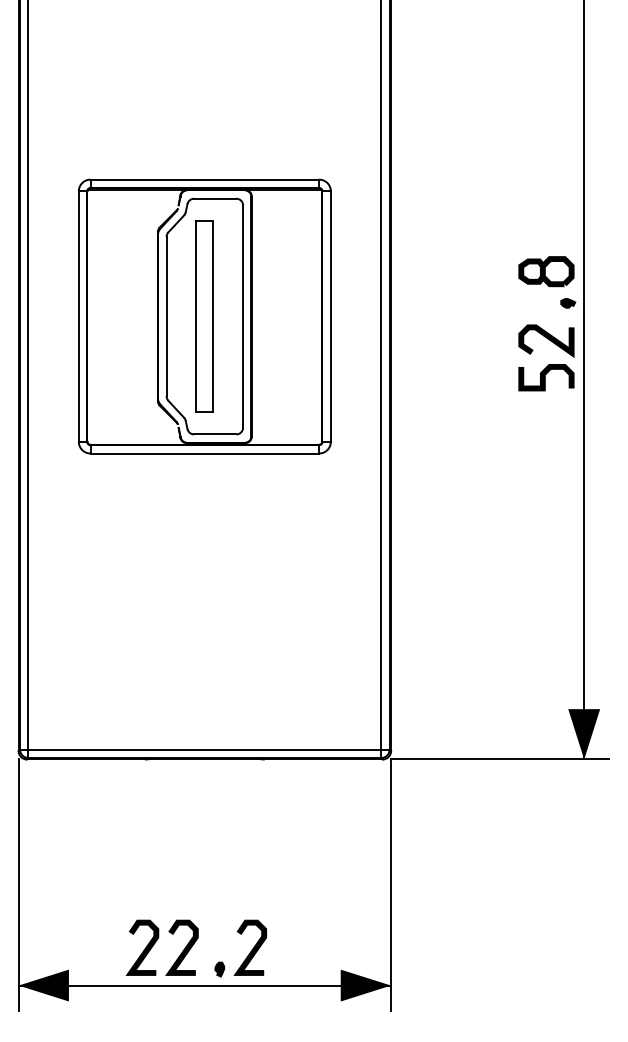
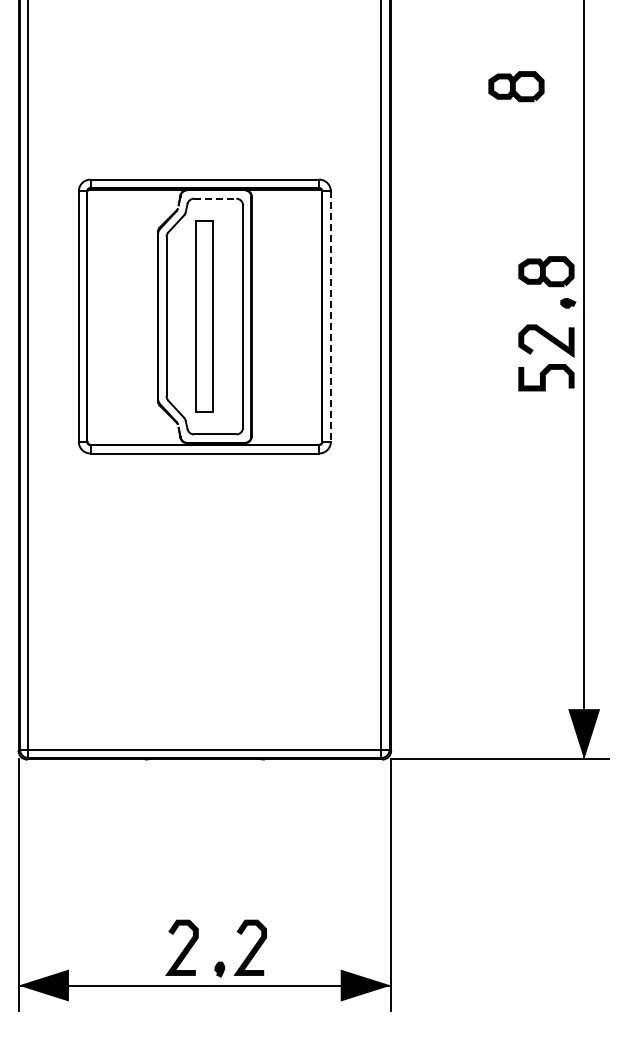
part at (516, 86): none -> present
line at (215, 198): solid -> dashed
line at (330, 317): solid -> dashed
curve at (144, 948): present -> none
